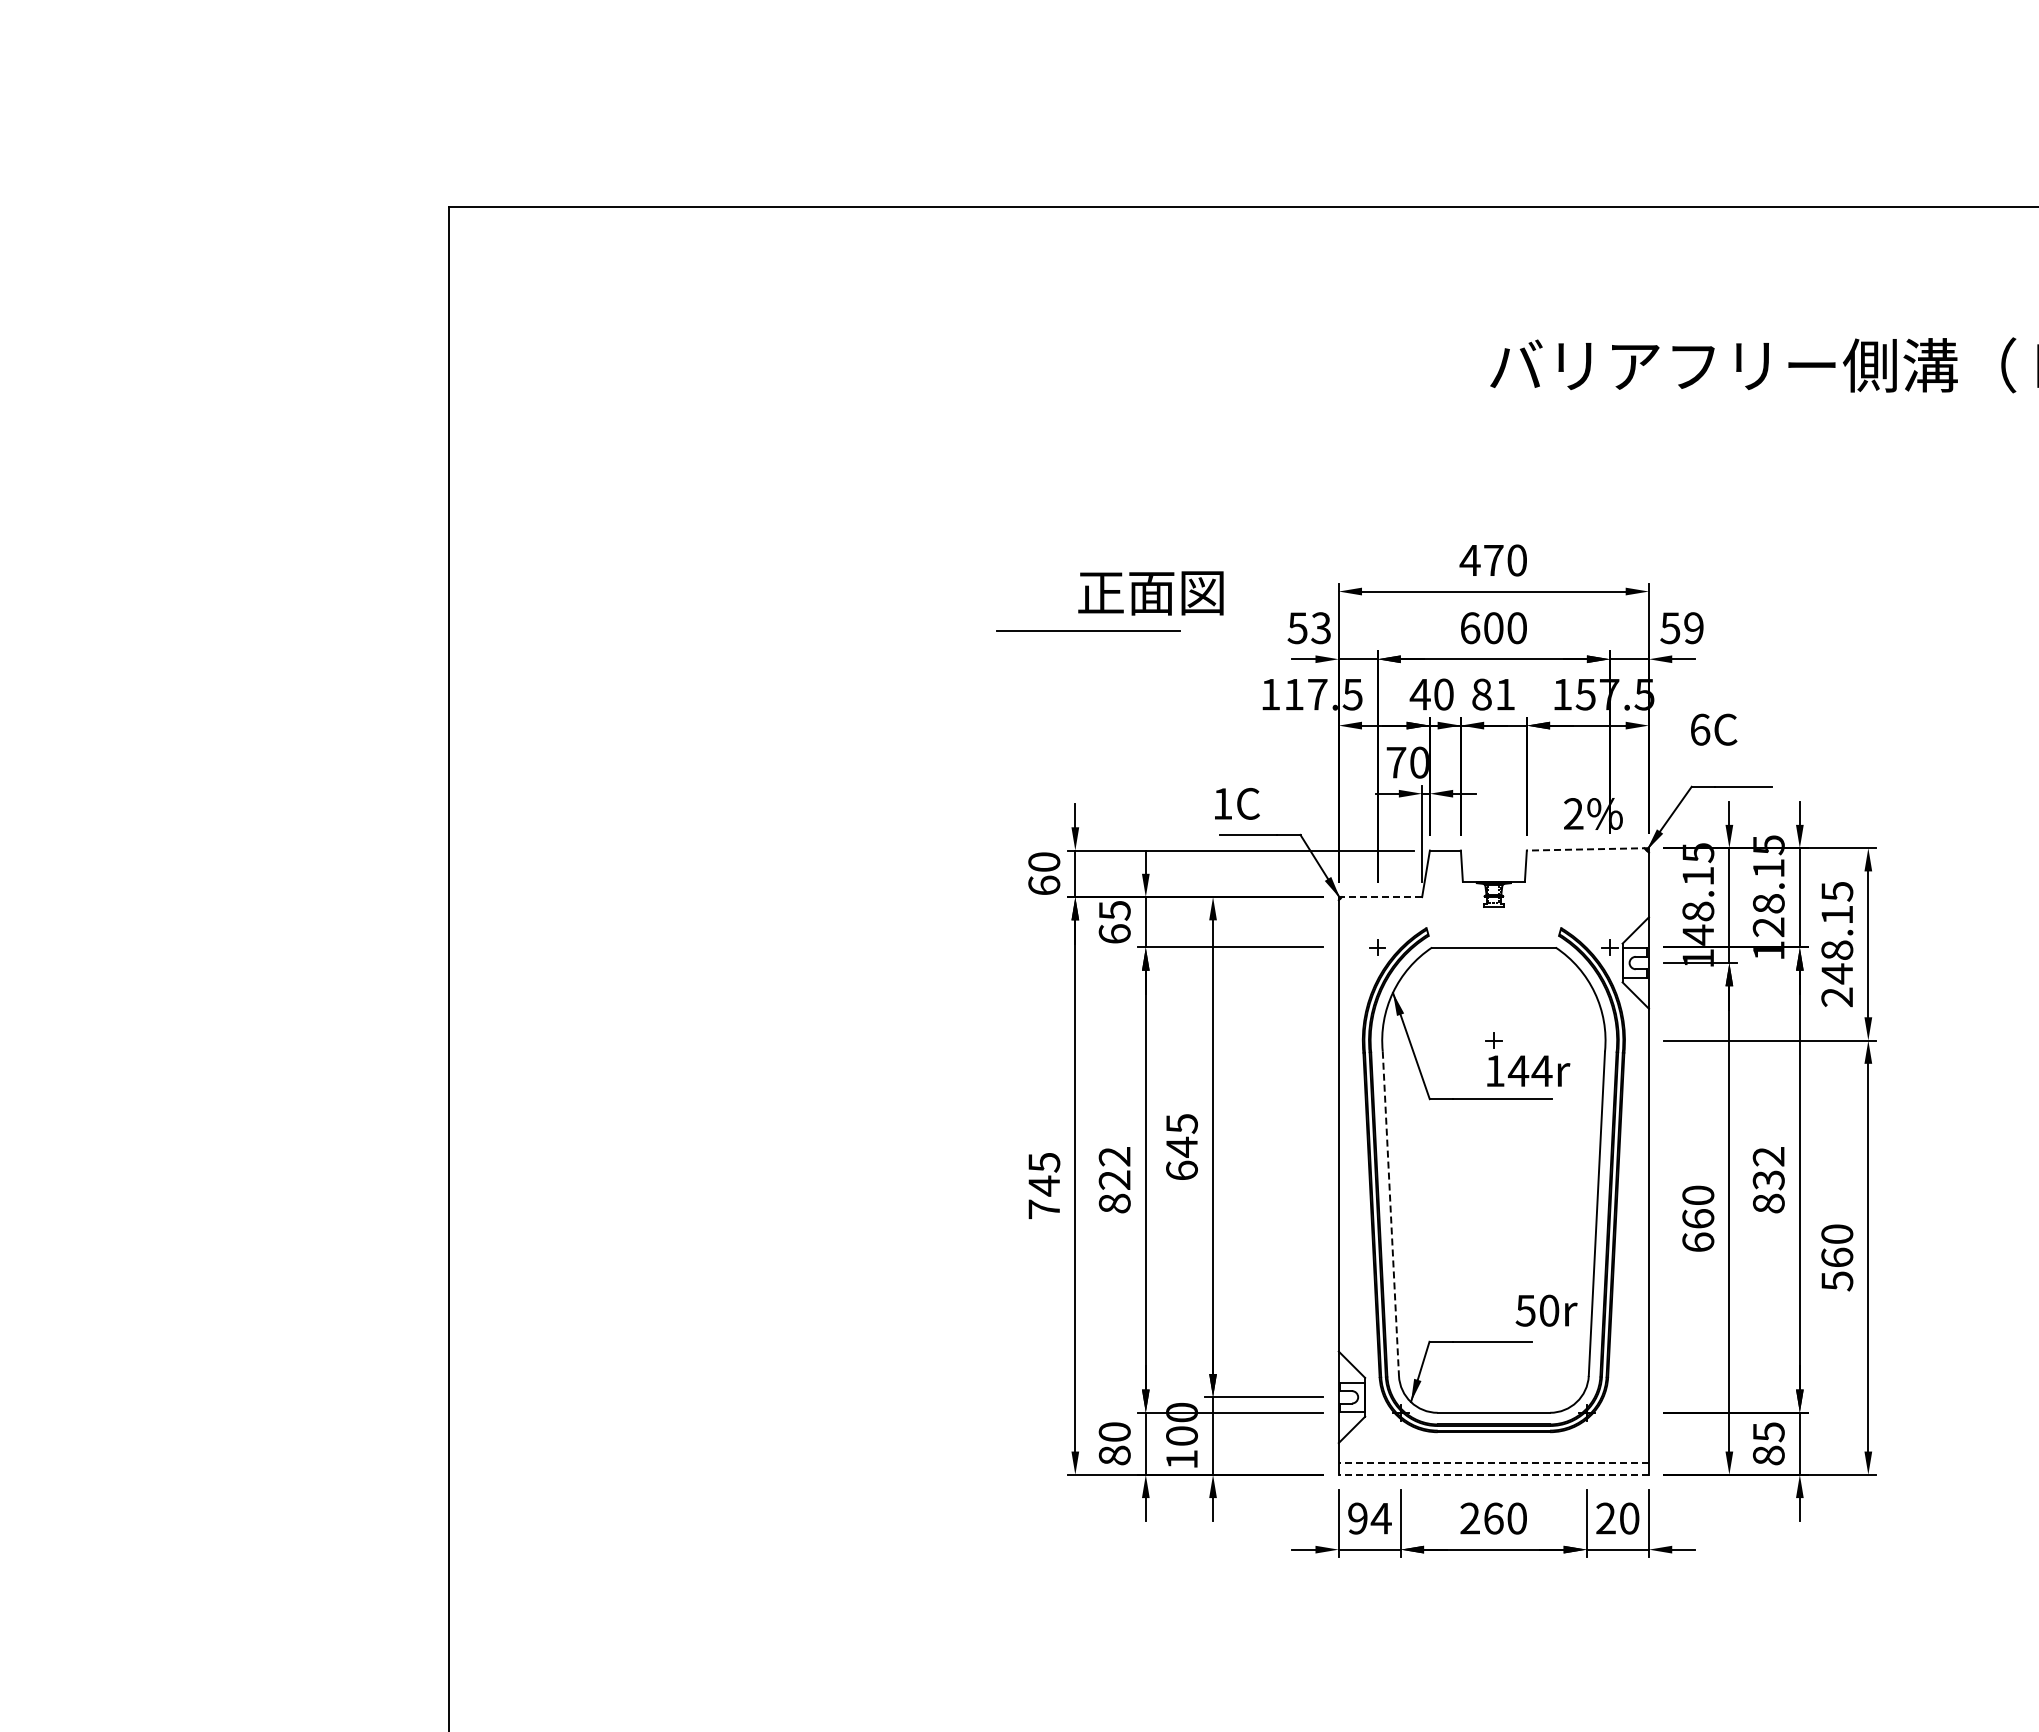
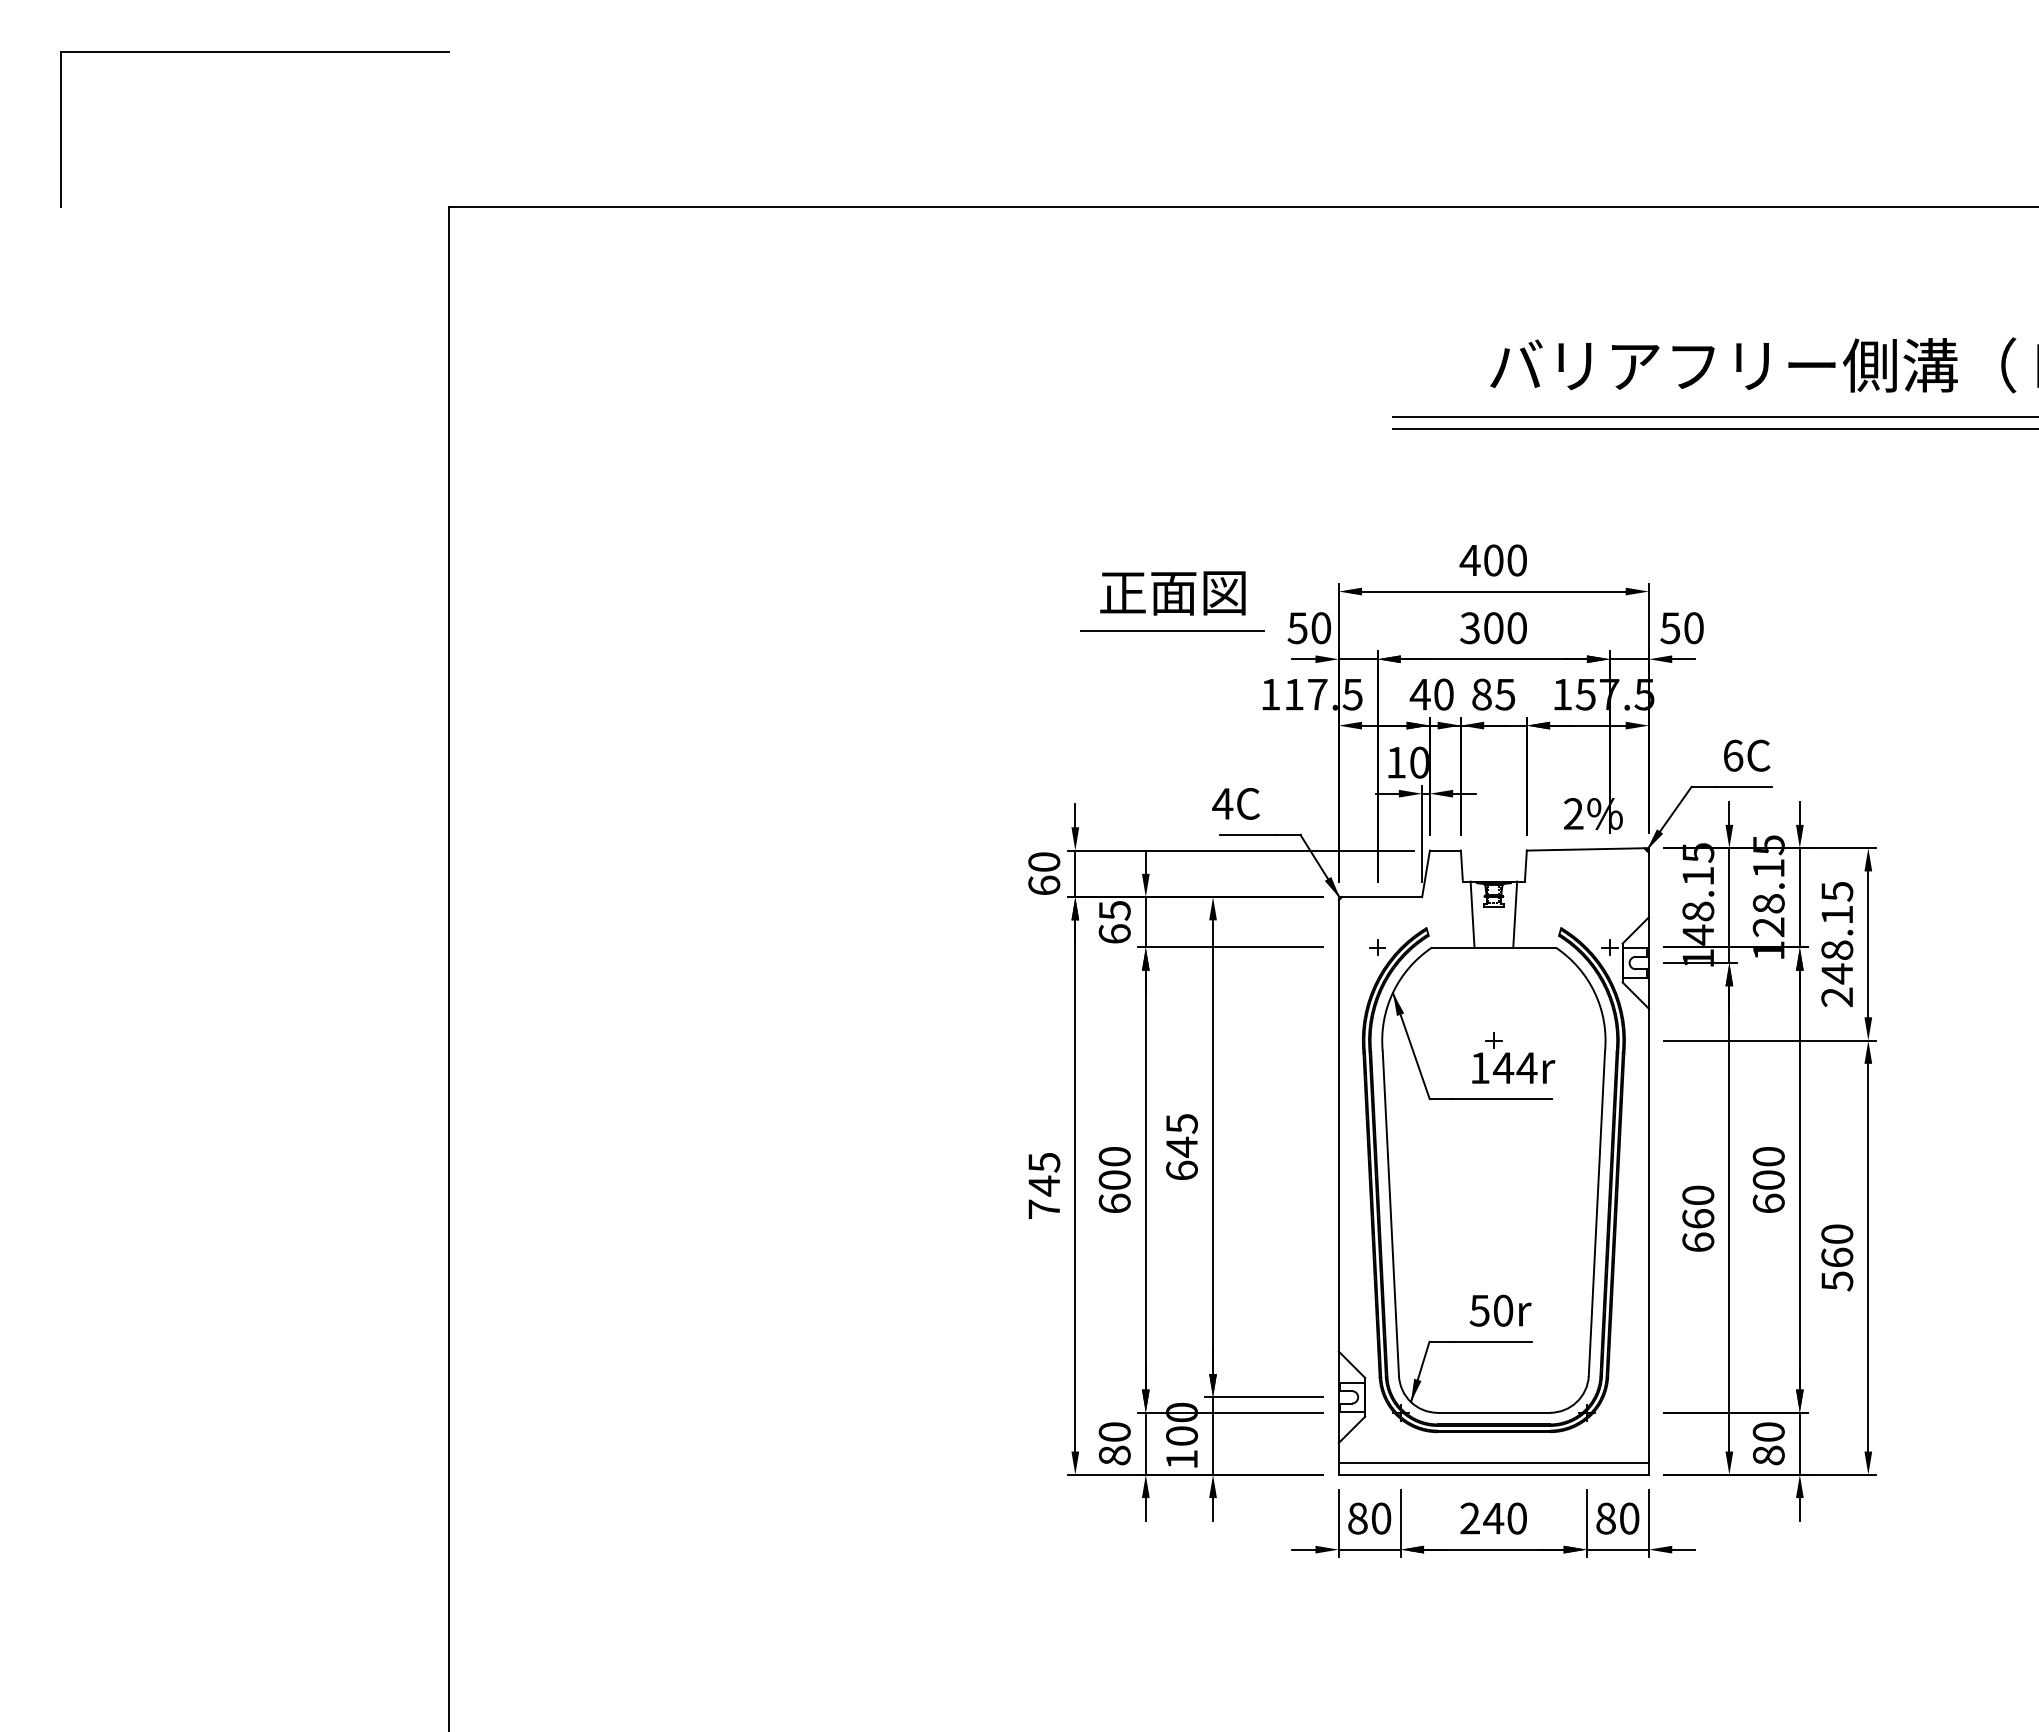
part at (254, 52): none -> present
line at (1713, 417): none -> present
line at (1713, 429): none -> present
text at (1493, 560): 470 -> 400
text at (1150, 593) position: (1150, 593) -> (1172, 593)
text at (1321, 628): 53 -> 50
text at (1470, 628): 600 -> 300
text at (1693, 628): 59 -> 50
line at (1088, 630) position: (1088, 630) -> (1172, 630)
text at (1504, 694): 81 -> 85
text at (1714, 729) position: (1714, 729) -> (1747, 755)
text at (1396, 762): 70 -> 10
text at (1222, 803): 1C -> 4C
line at (1587, 849): dashed -> solid
line at (1380, 897): dashed -> solid
line at (1472, 914): none -> present
line at (1515, 914): none -> present
text at (1528, 1070) position: (1528, 1070) -> (1513, 1067)
text at (1114, 1180): 822 -> 600
text at (1768, 1180): 832 -> 600
line at (1390, 1214): dashed -> solid
text at (1546, 1310) position: (1546, 1310) -> (1500, 1310)
text at (1768, 1432): 85 -> 80
line at (1493, 1463): dashed -> solid
line at (1493, 1474): dashed -> solid
text at (1369, 1518): 94 -> 80
text at (1493, 1518): 260 -> 240
text at (1605, 1518): 20 -> 80
